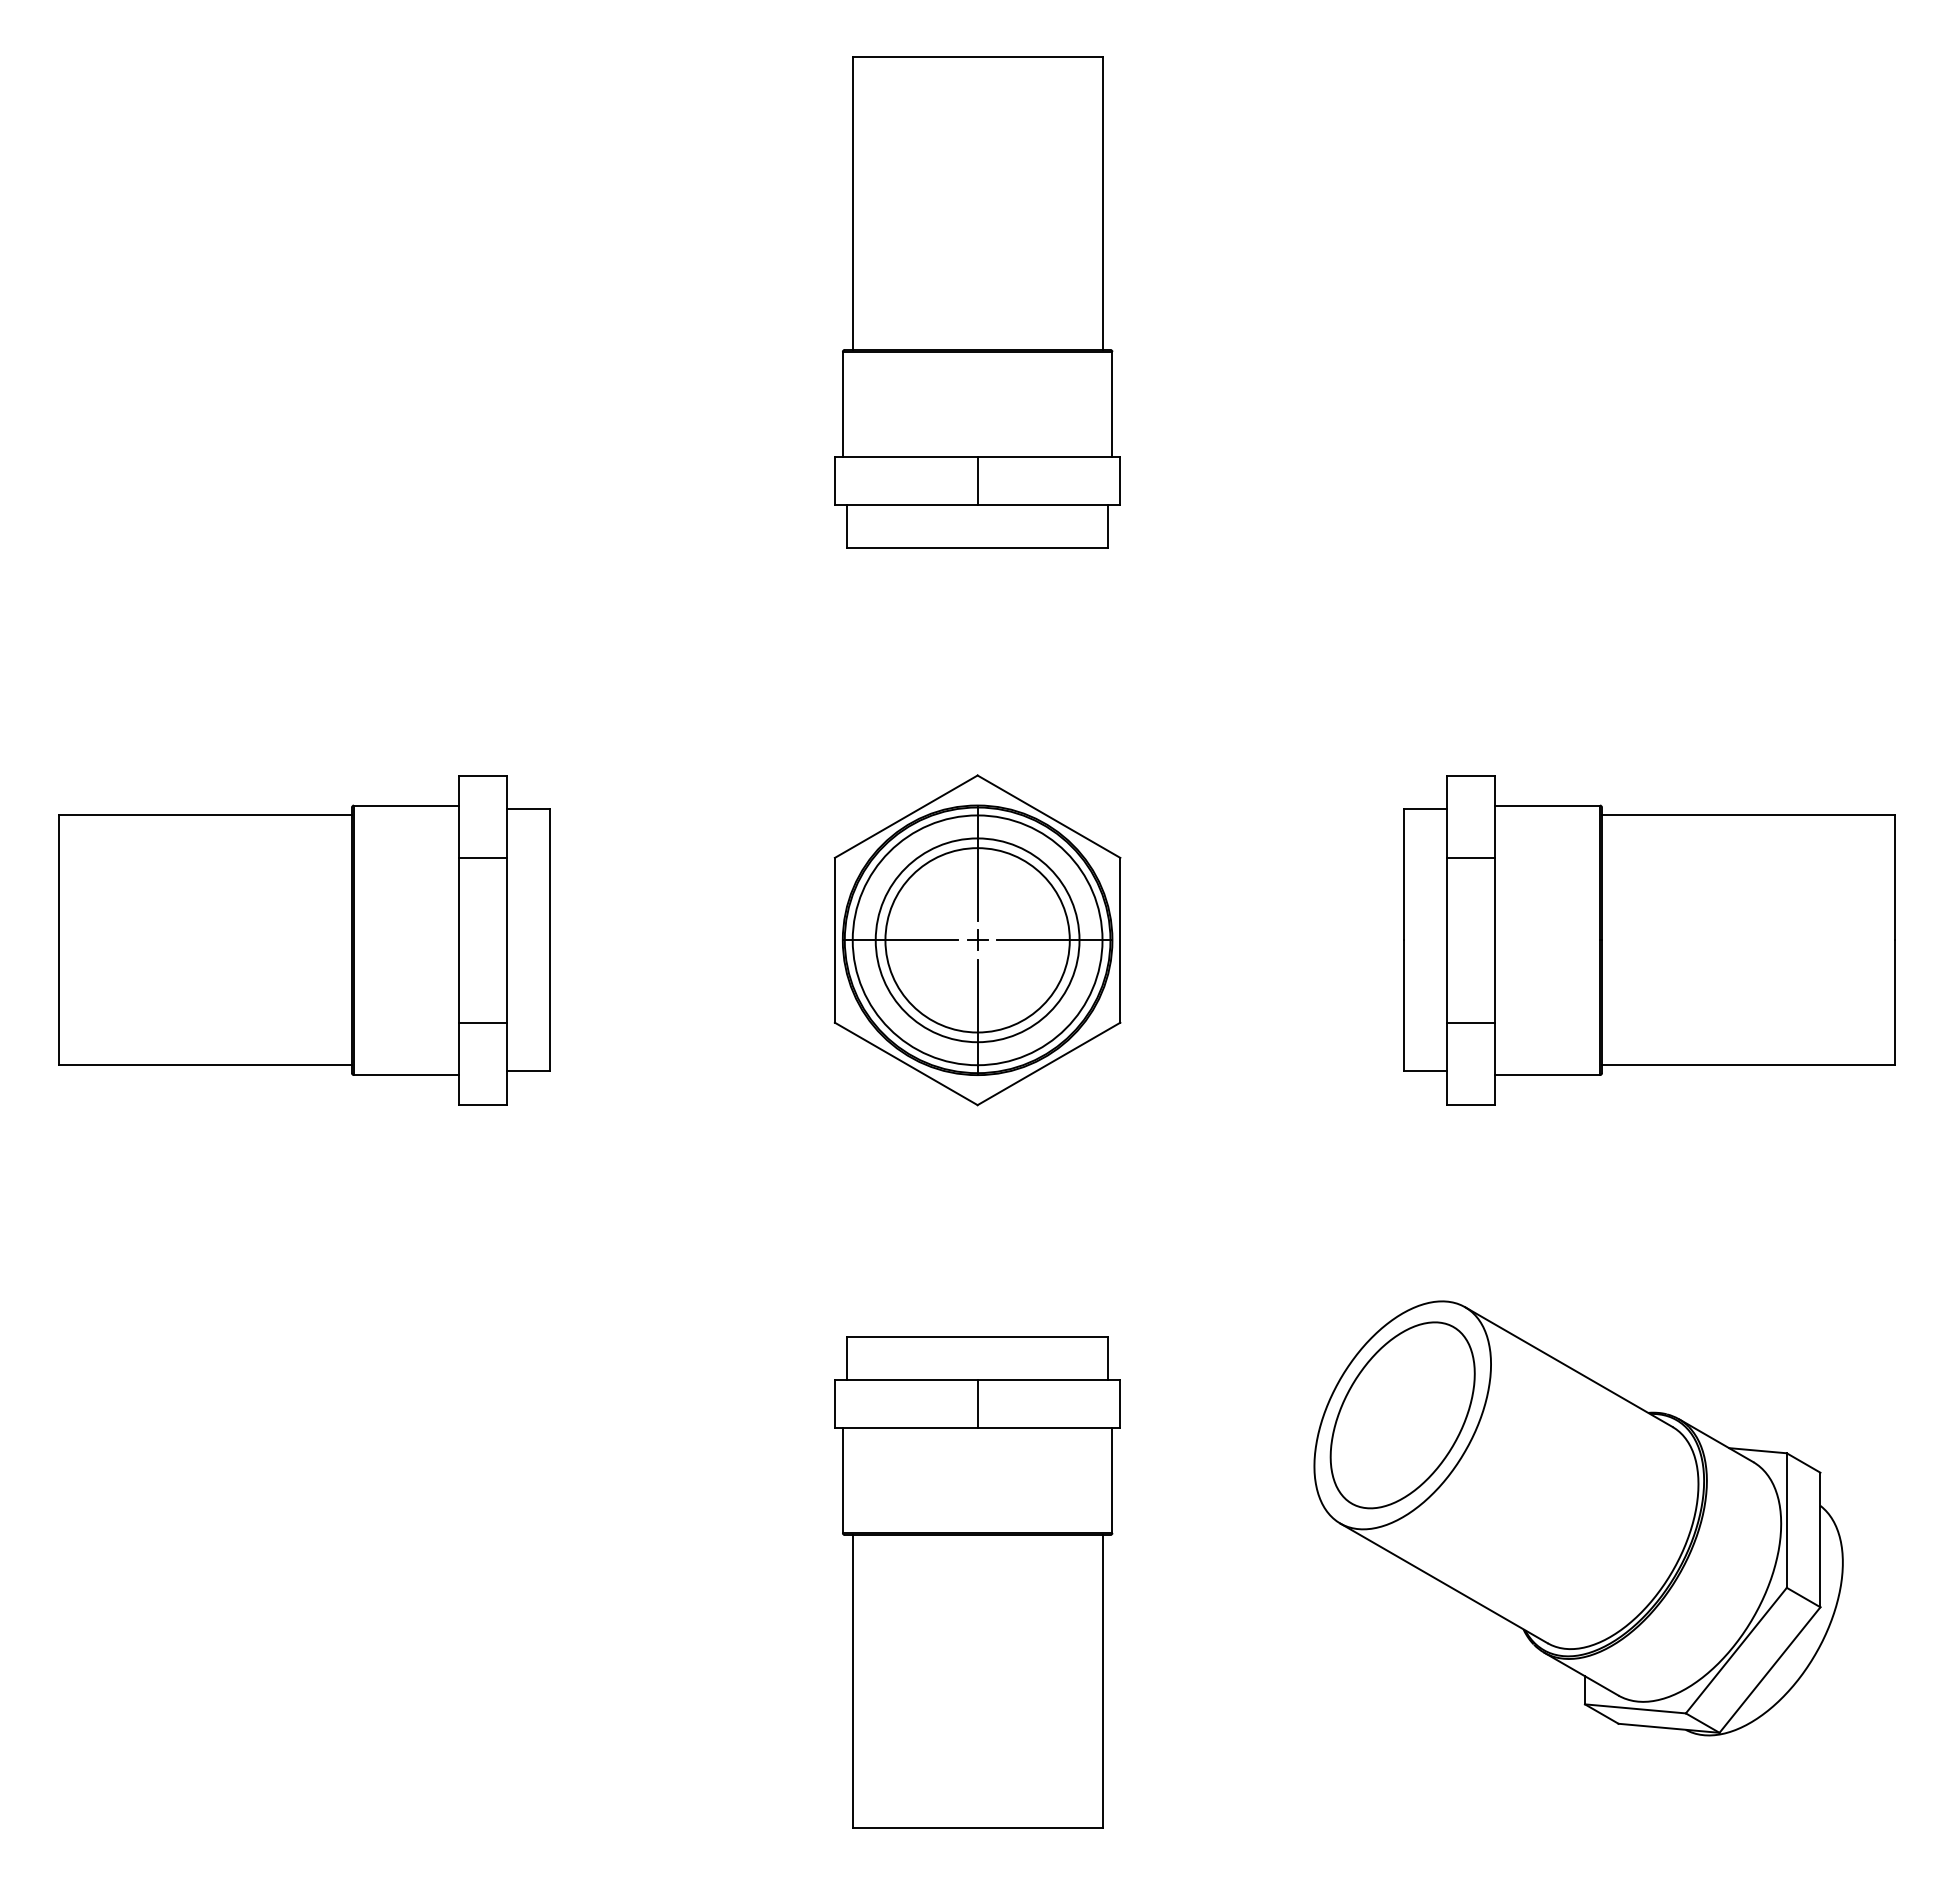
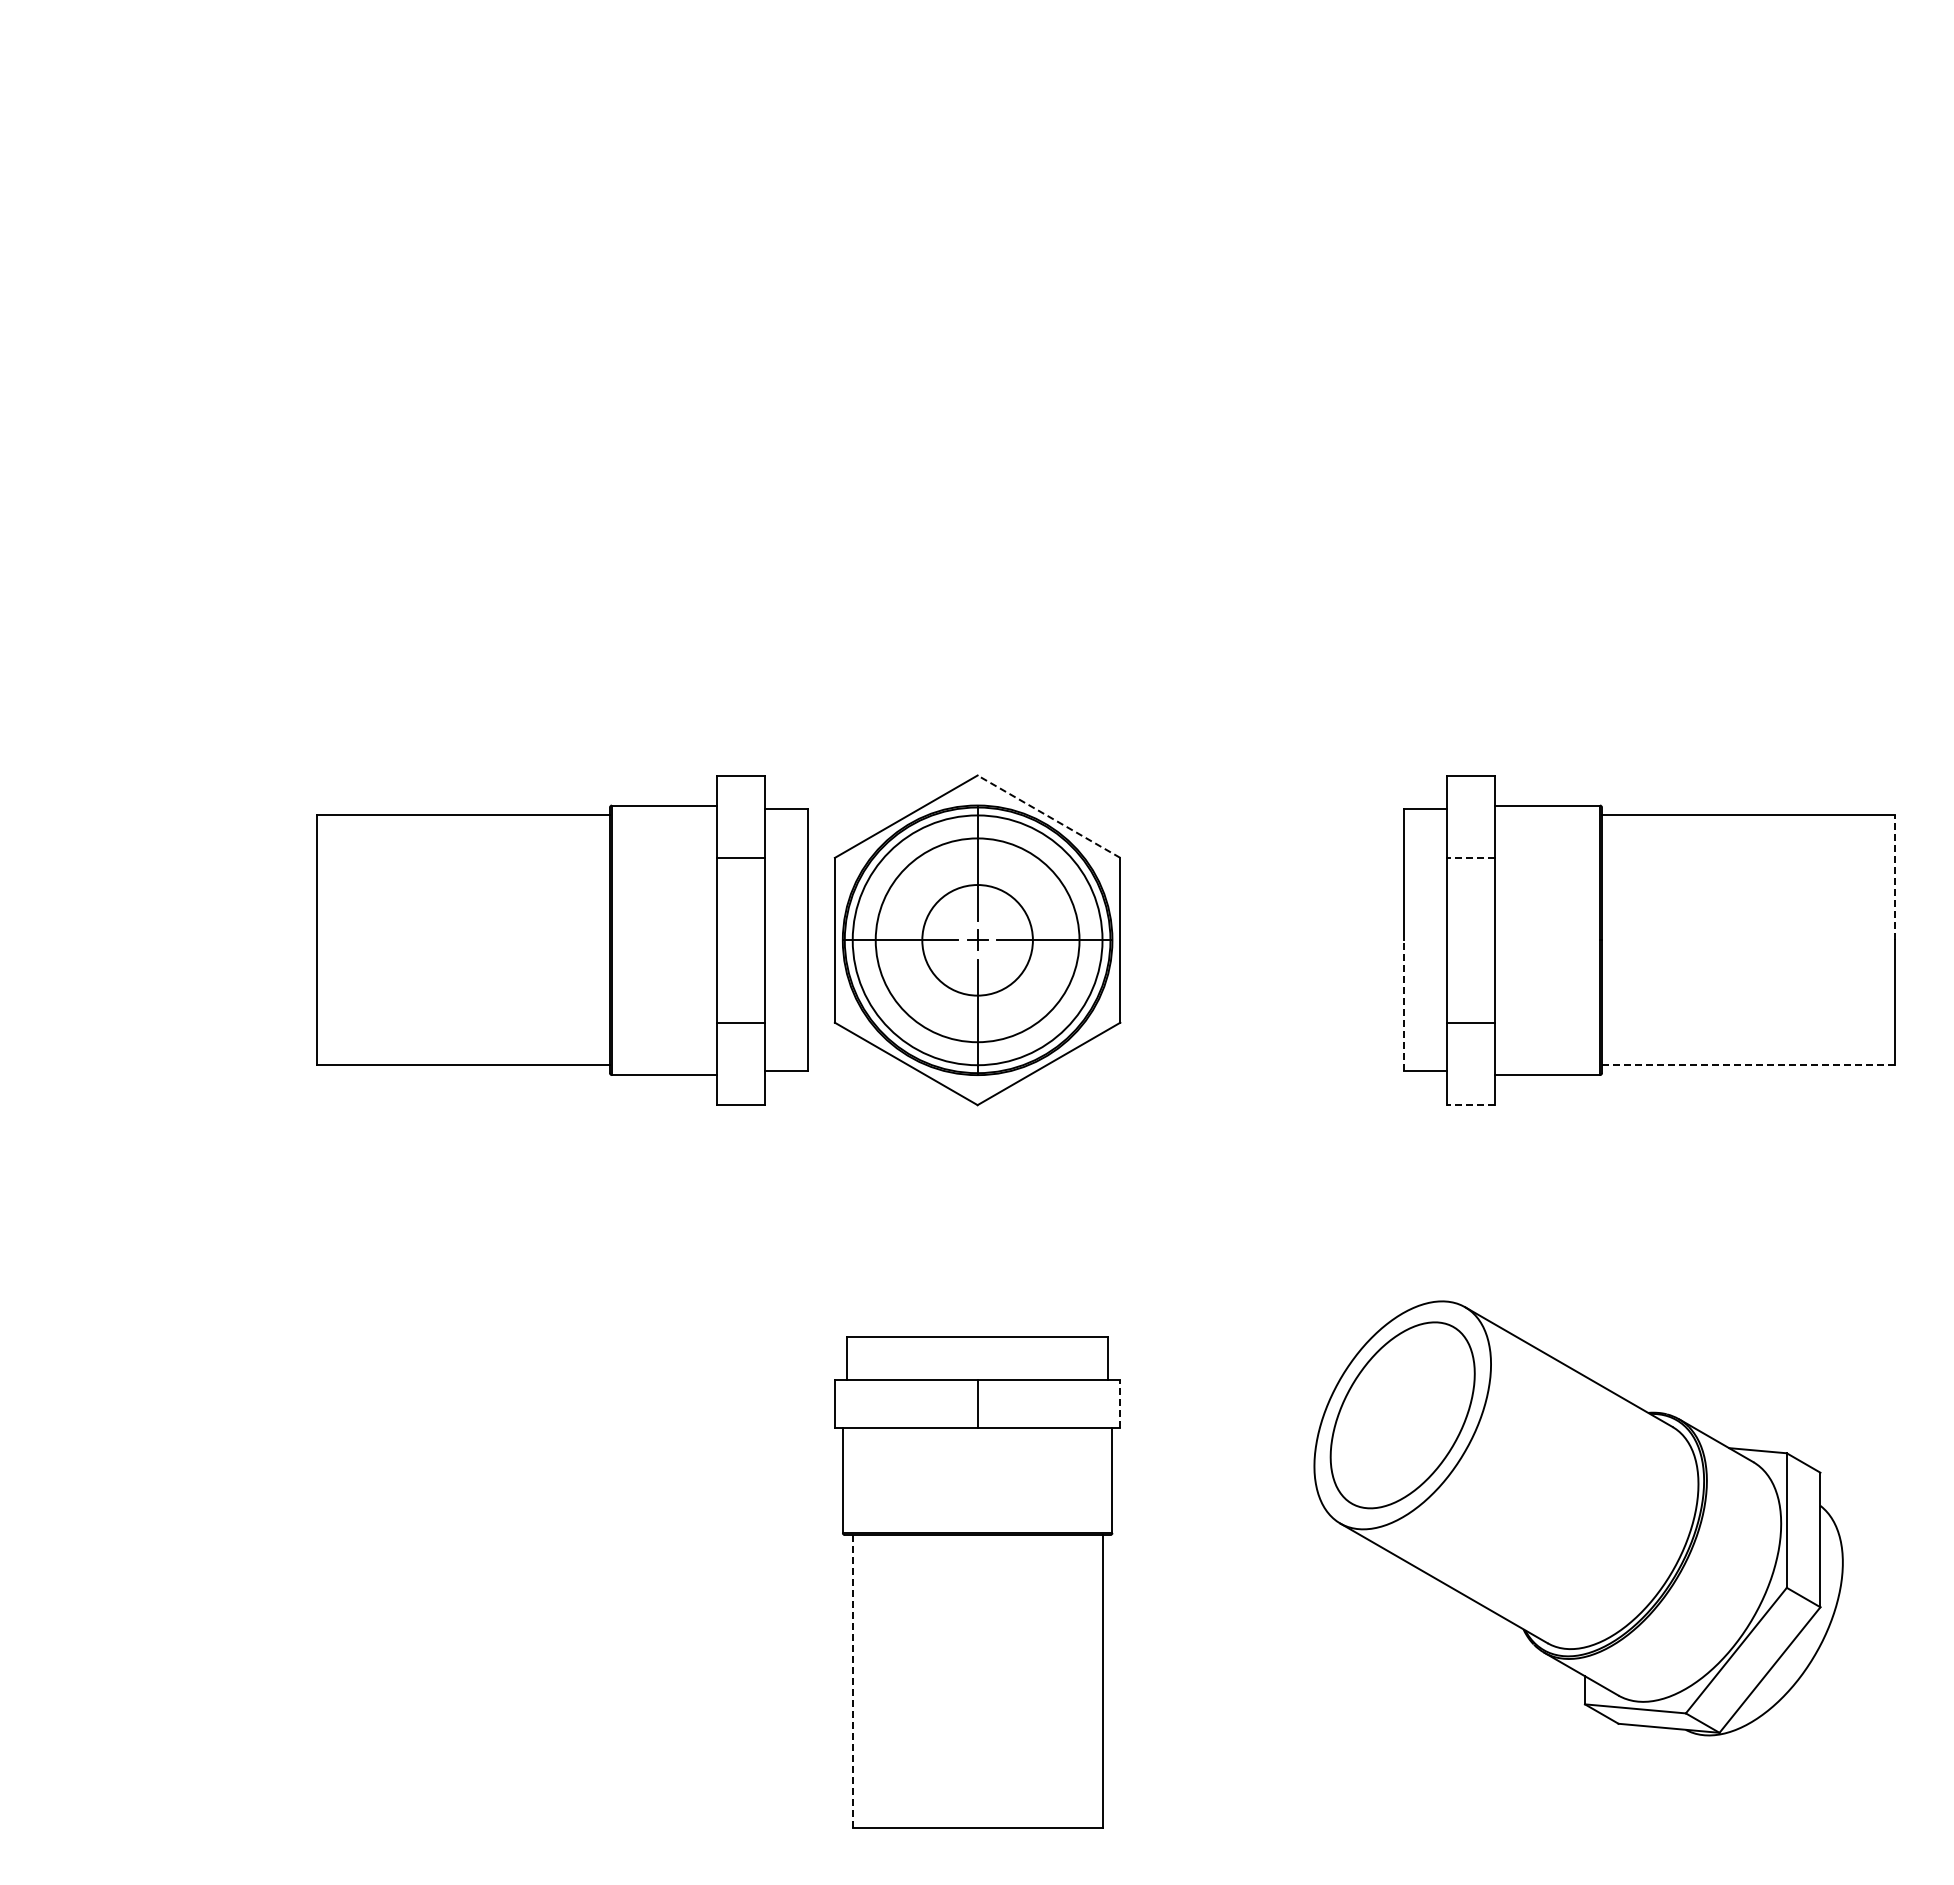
part at (977, 302): present -> none
line at (1048, 816): solid -> dashed
line at (1471, 857): solid -> dashed
line at (1895, 877): solid -> dashed
part at (304, 940) position: (304, 940) -> (562, 940)
circle at (977, 940) diameter: 184 px -> 111 px
line at (1403, 1005): solid -> dashed
line at (1748, 1065): solid -> dashed
line at (1471, 1105): solid -> dashed
line at (1120, 1404): solid -> dashed
line at (852, 1681): solid -> dashed
